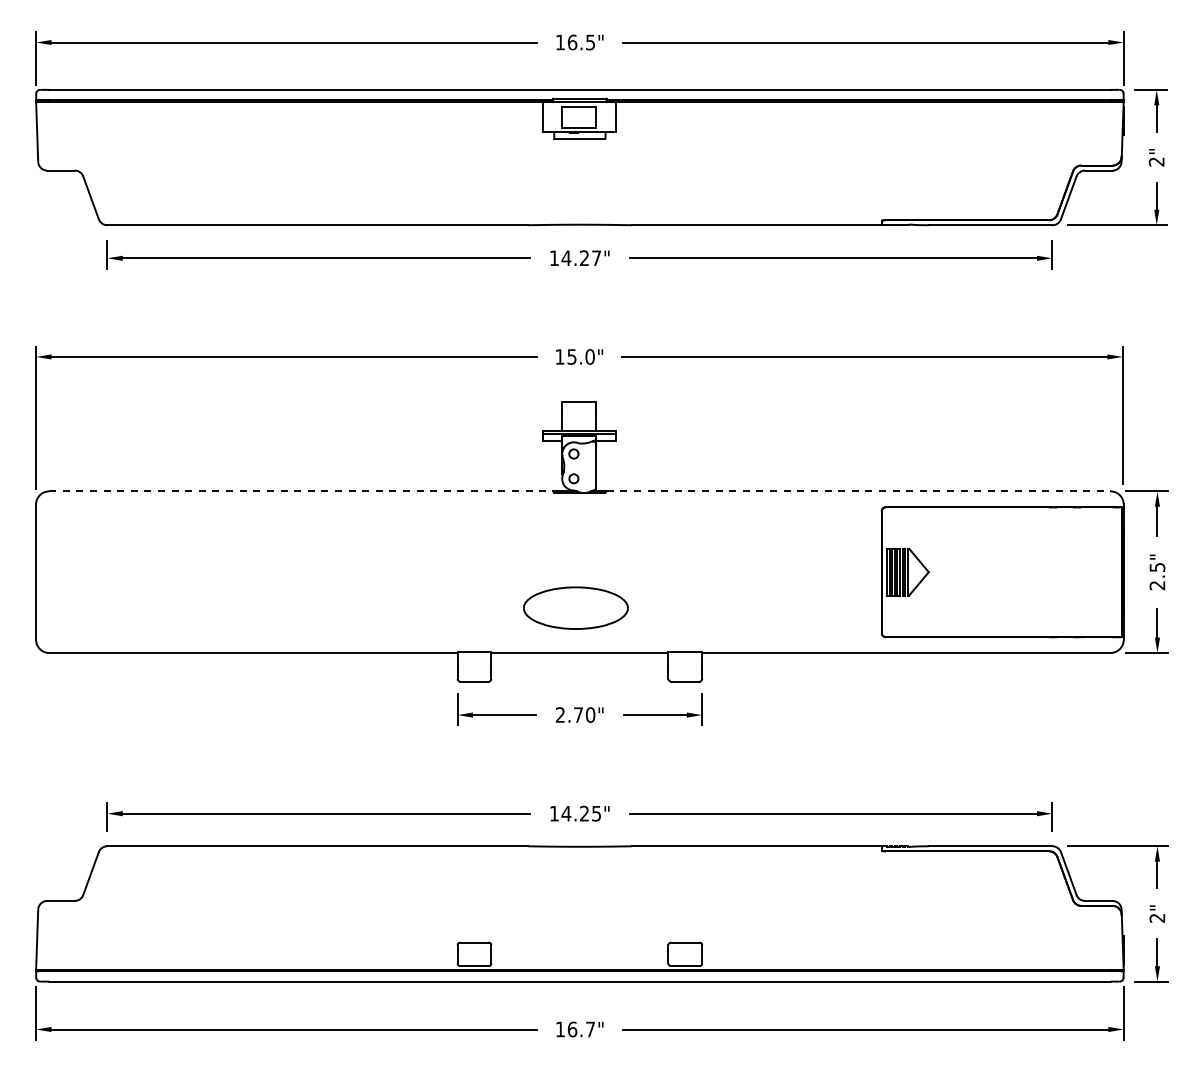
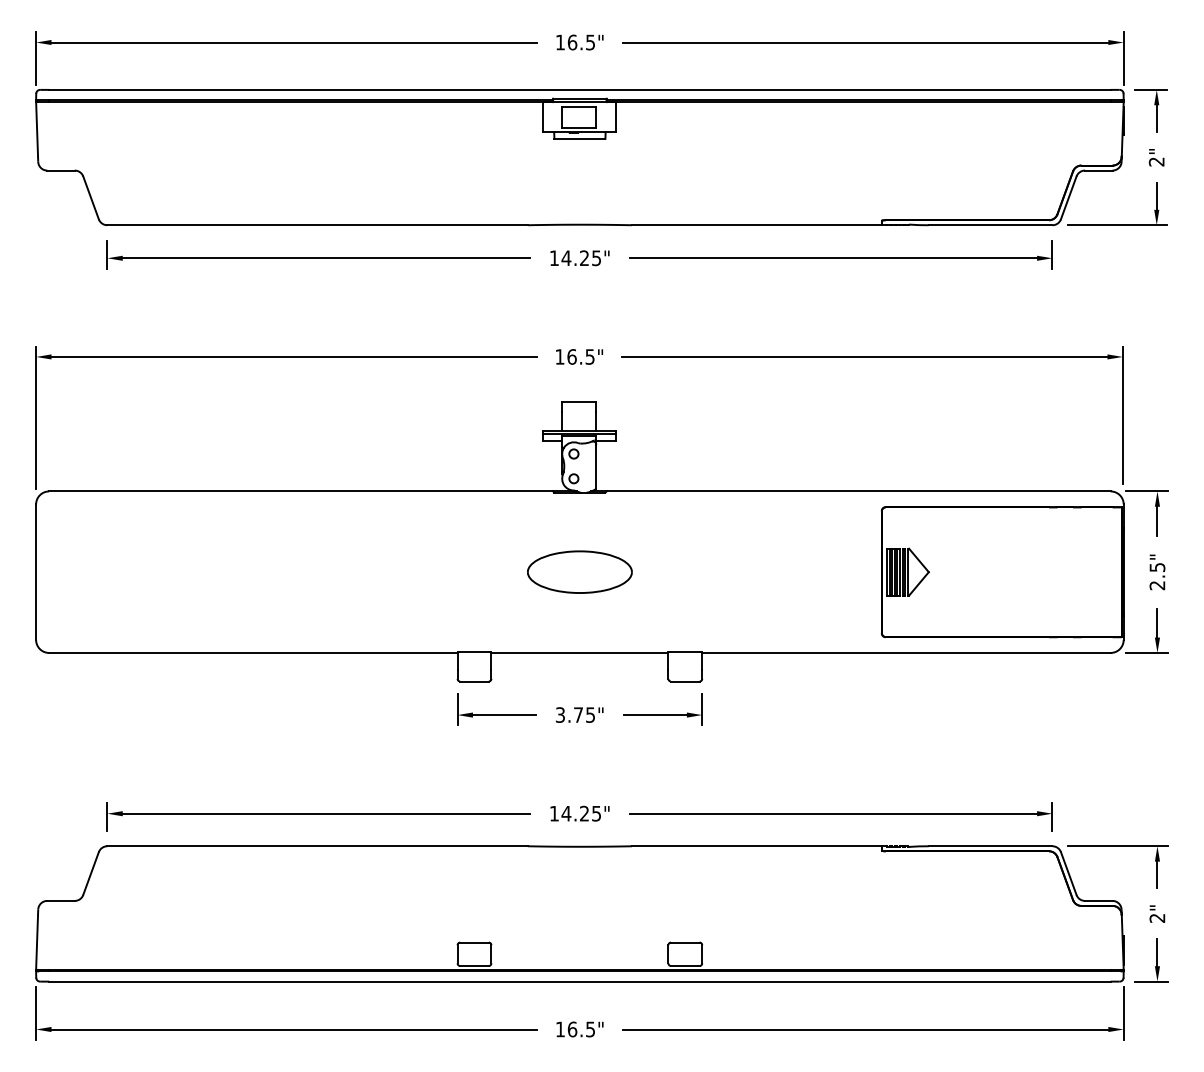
text at (596, 258): 14.27" -> 14.25"
text at (580, 356): 15.0" -> 16.5"
line at (301, 491): dashed -> solid
line at (858, 491): dashed -> solid
part at (575, 607) position: (575, 607) -> (579, 571)
text at (575, 714): 2.70" -> 3.75"
text at (590, 1029): 16.7" -> 16.5"
